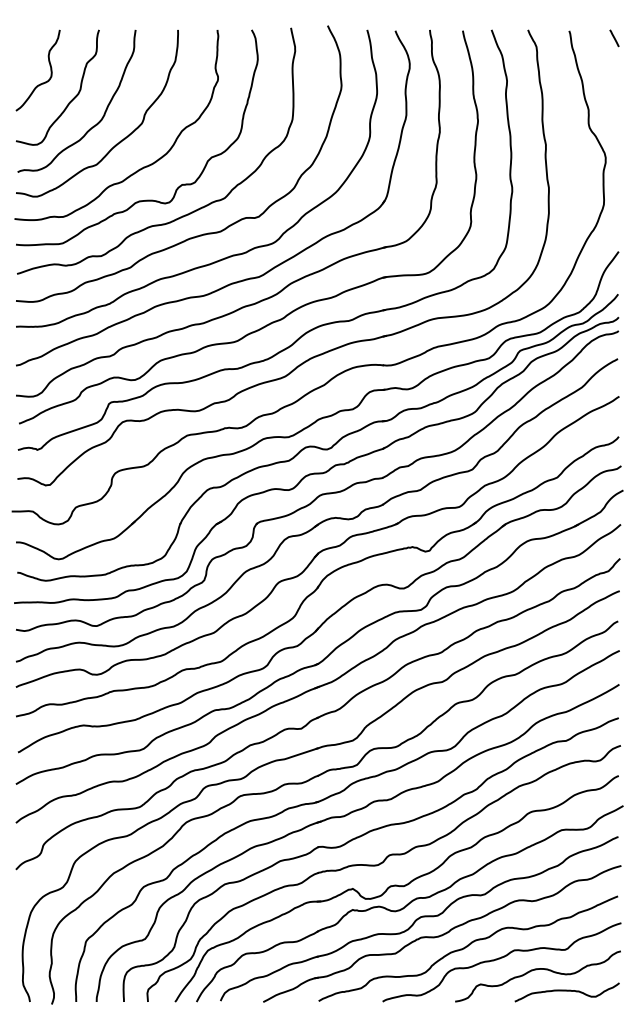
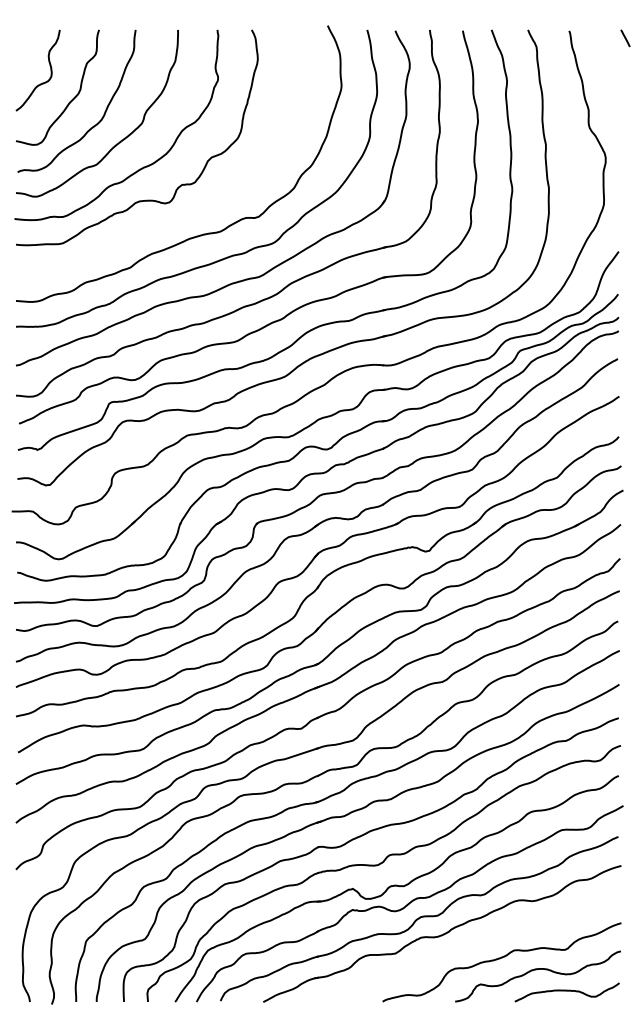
line at (614, 38) position: (614, 38) -> (625, 38)
curve at (182, 215): present -> none
curve at (467, 947): present -> none
